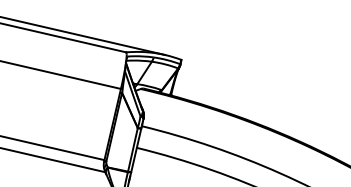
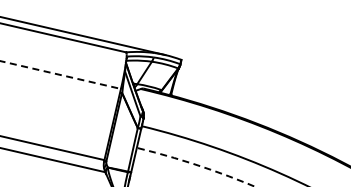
line at (60, 75): solid -> dashed
arc at (196, 164): solid -> dashed
